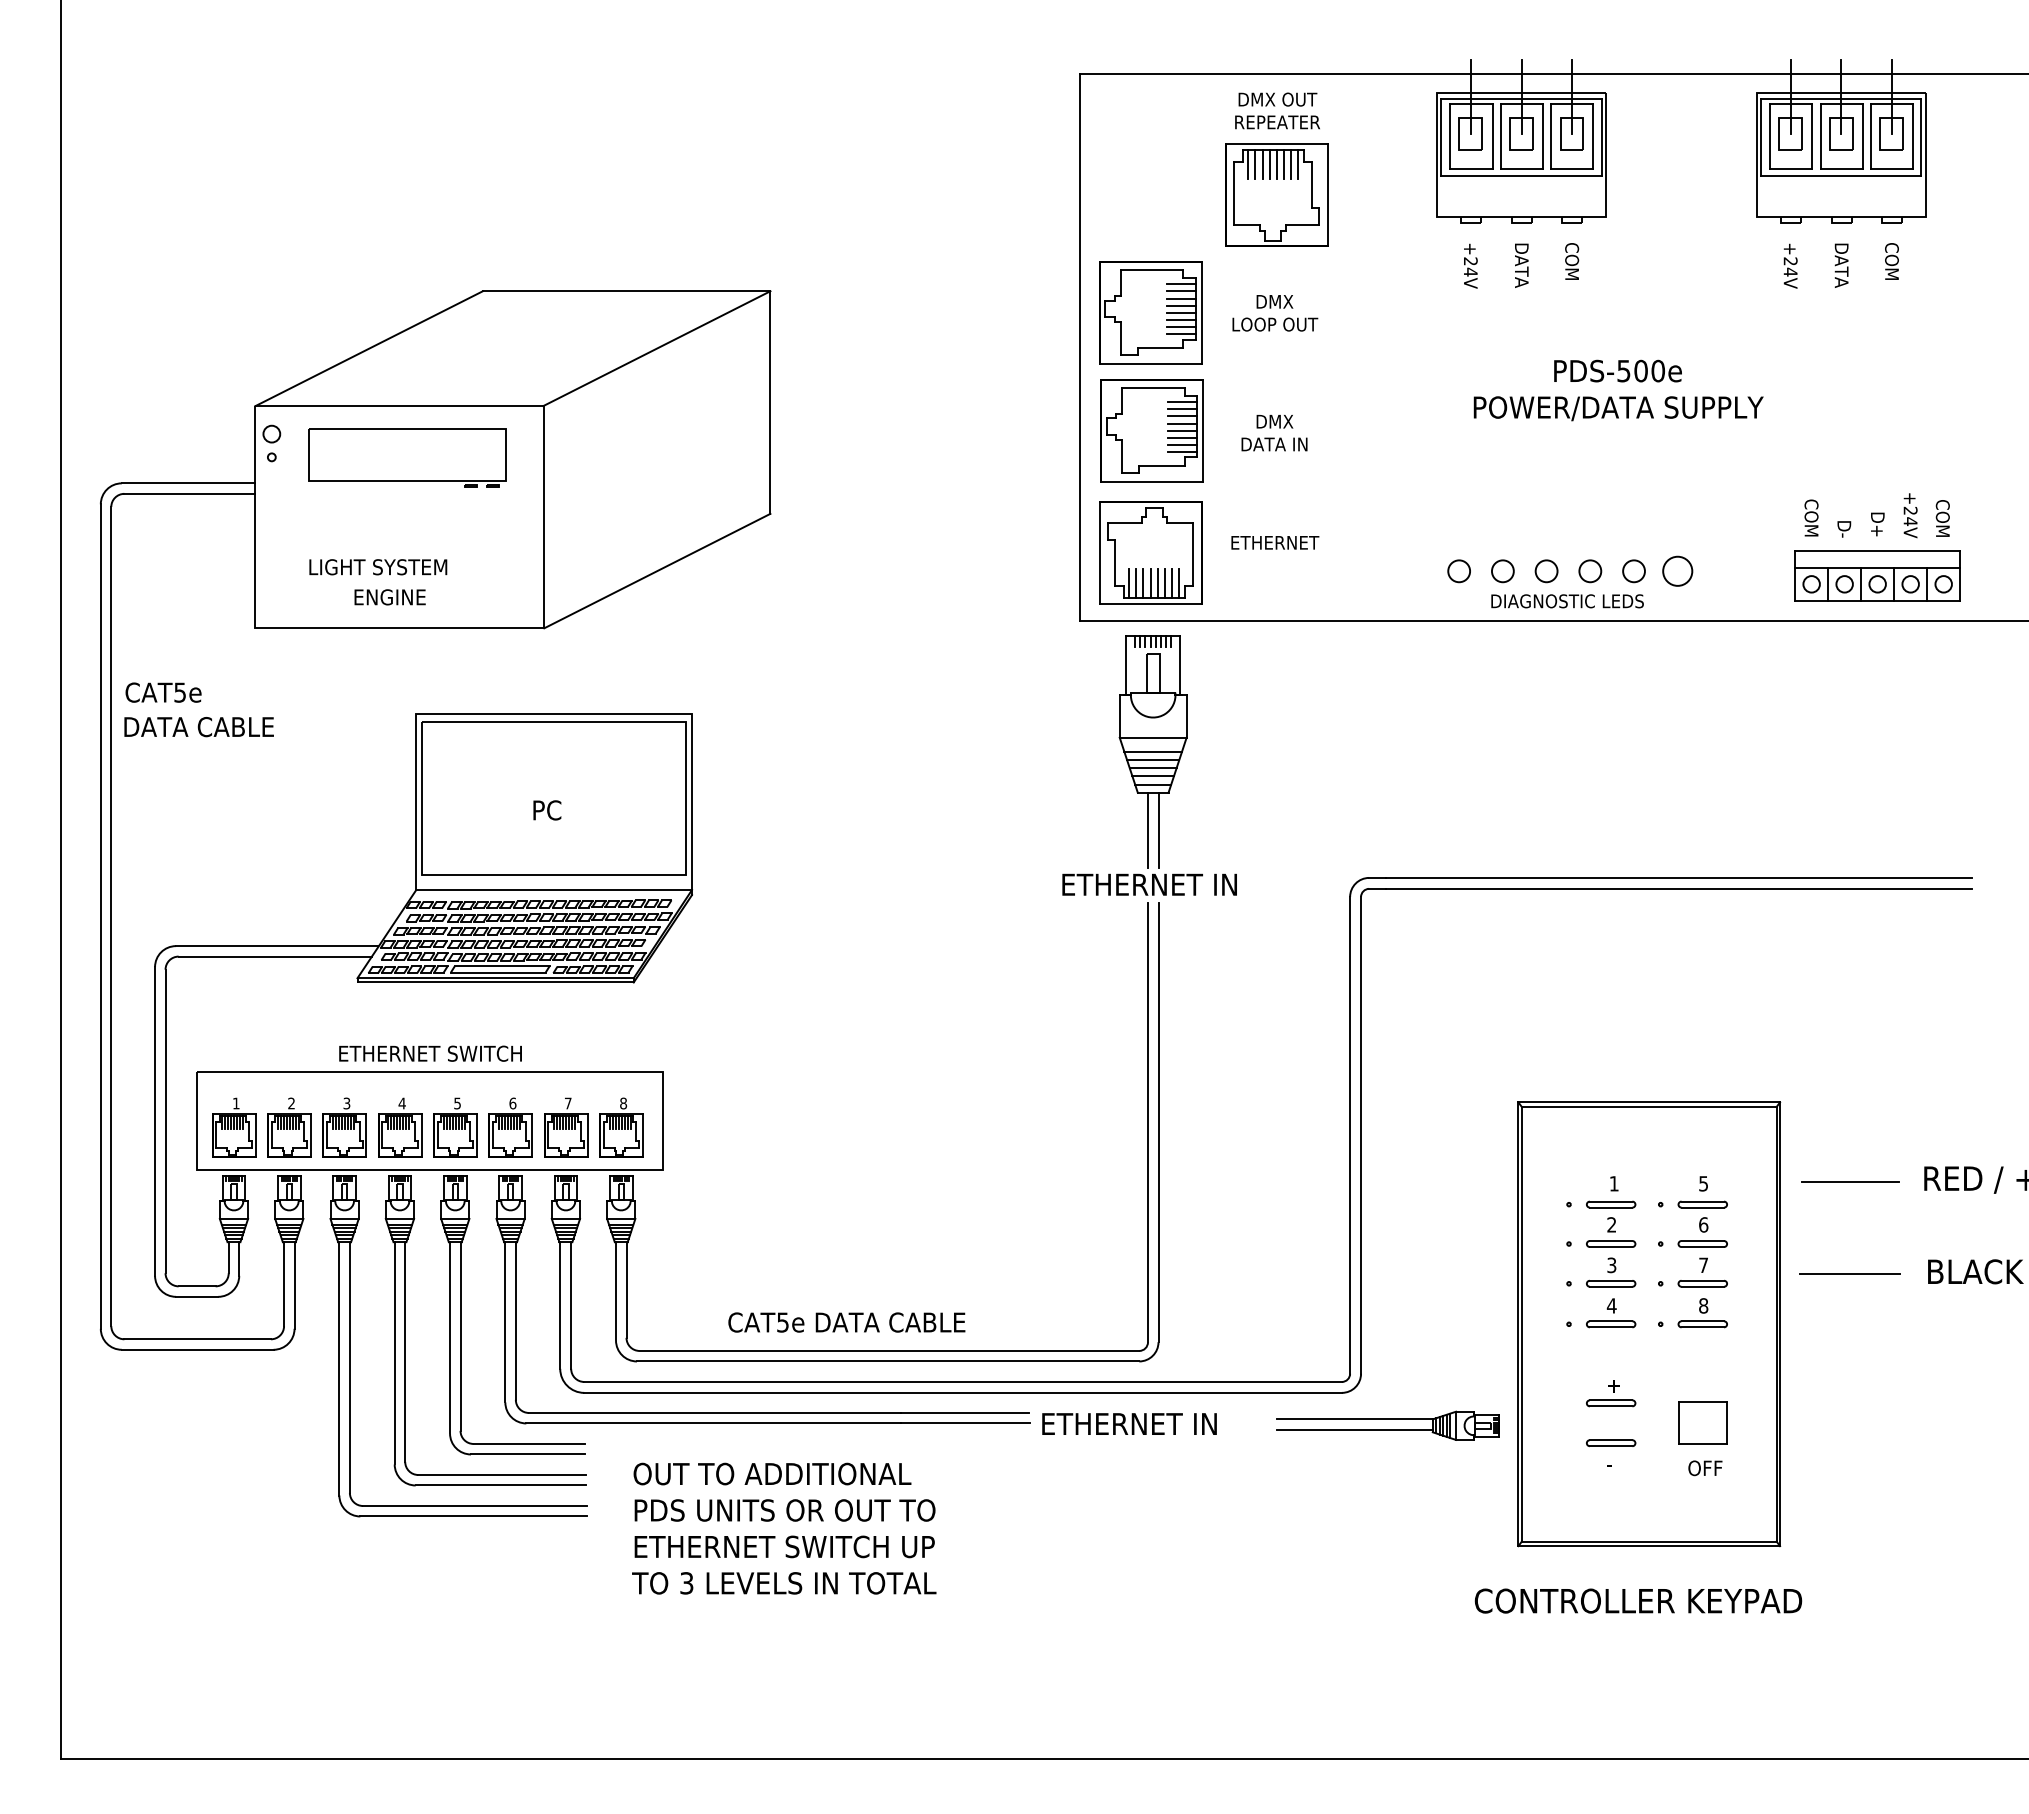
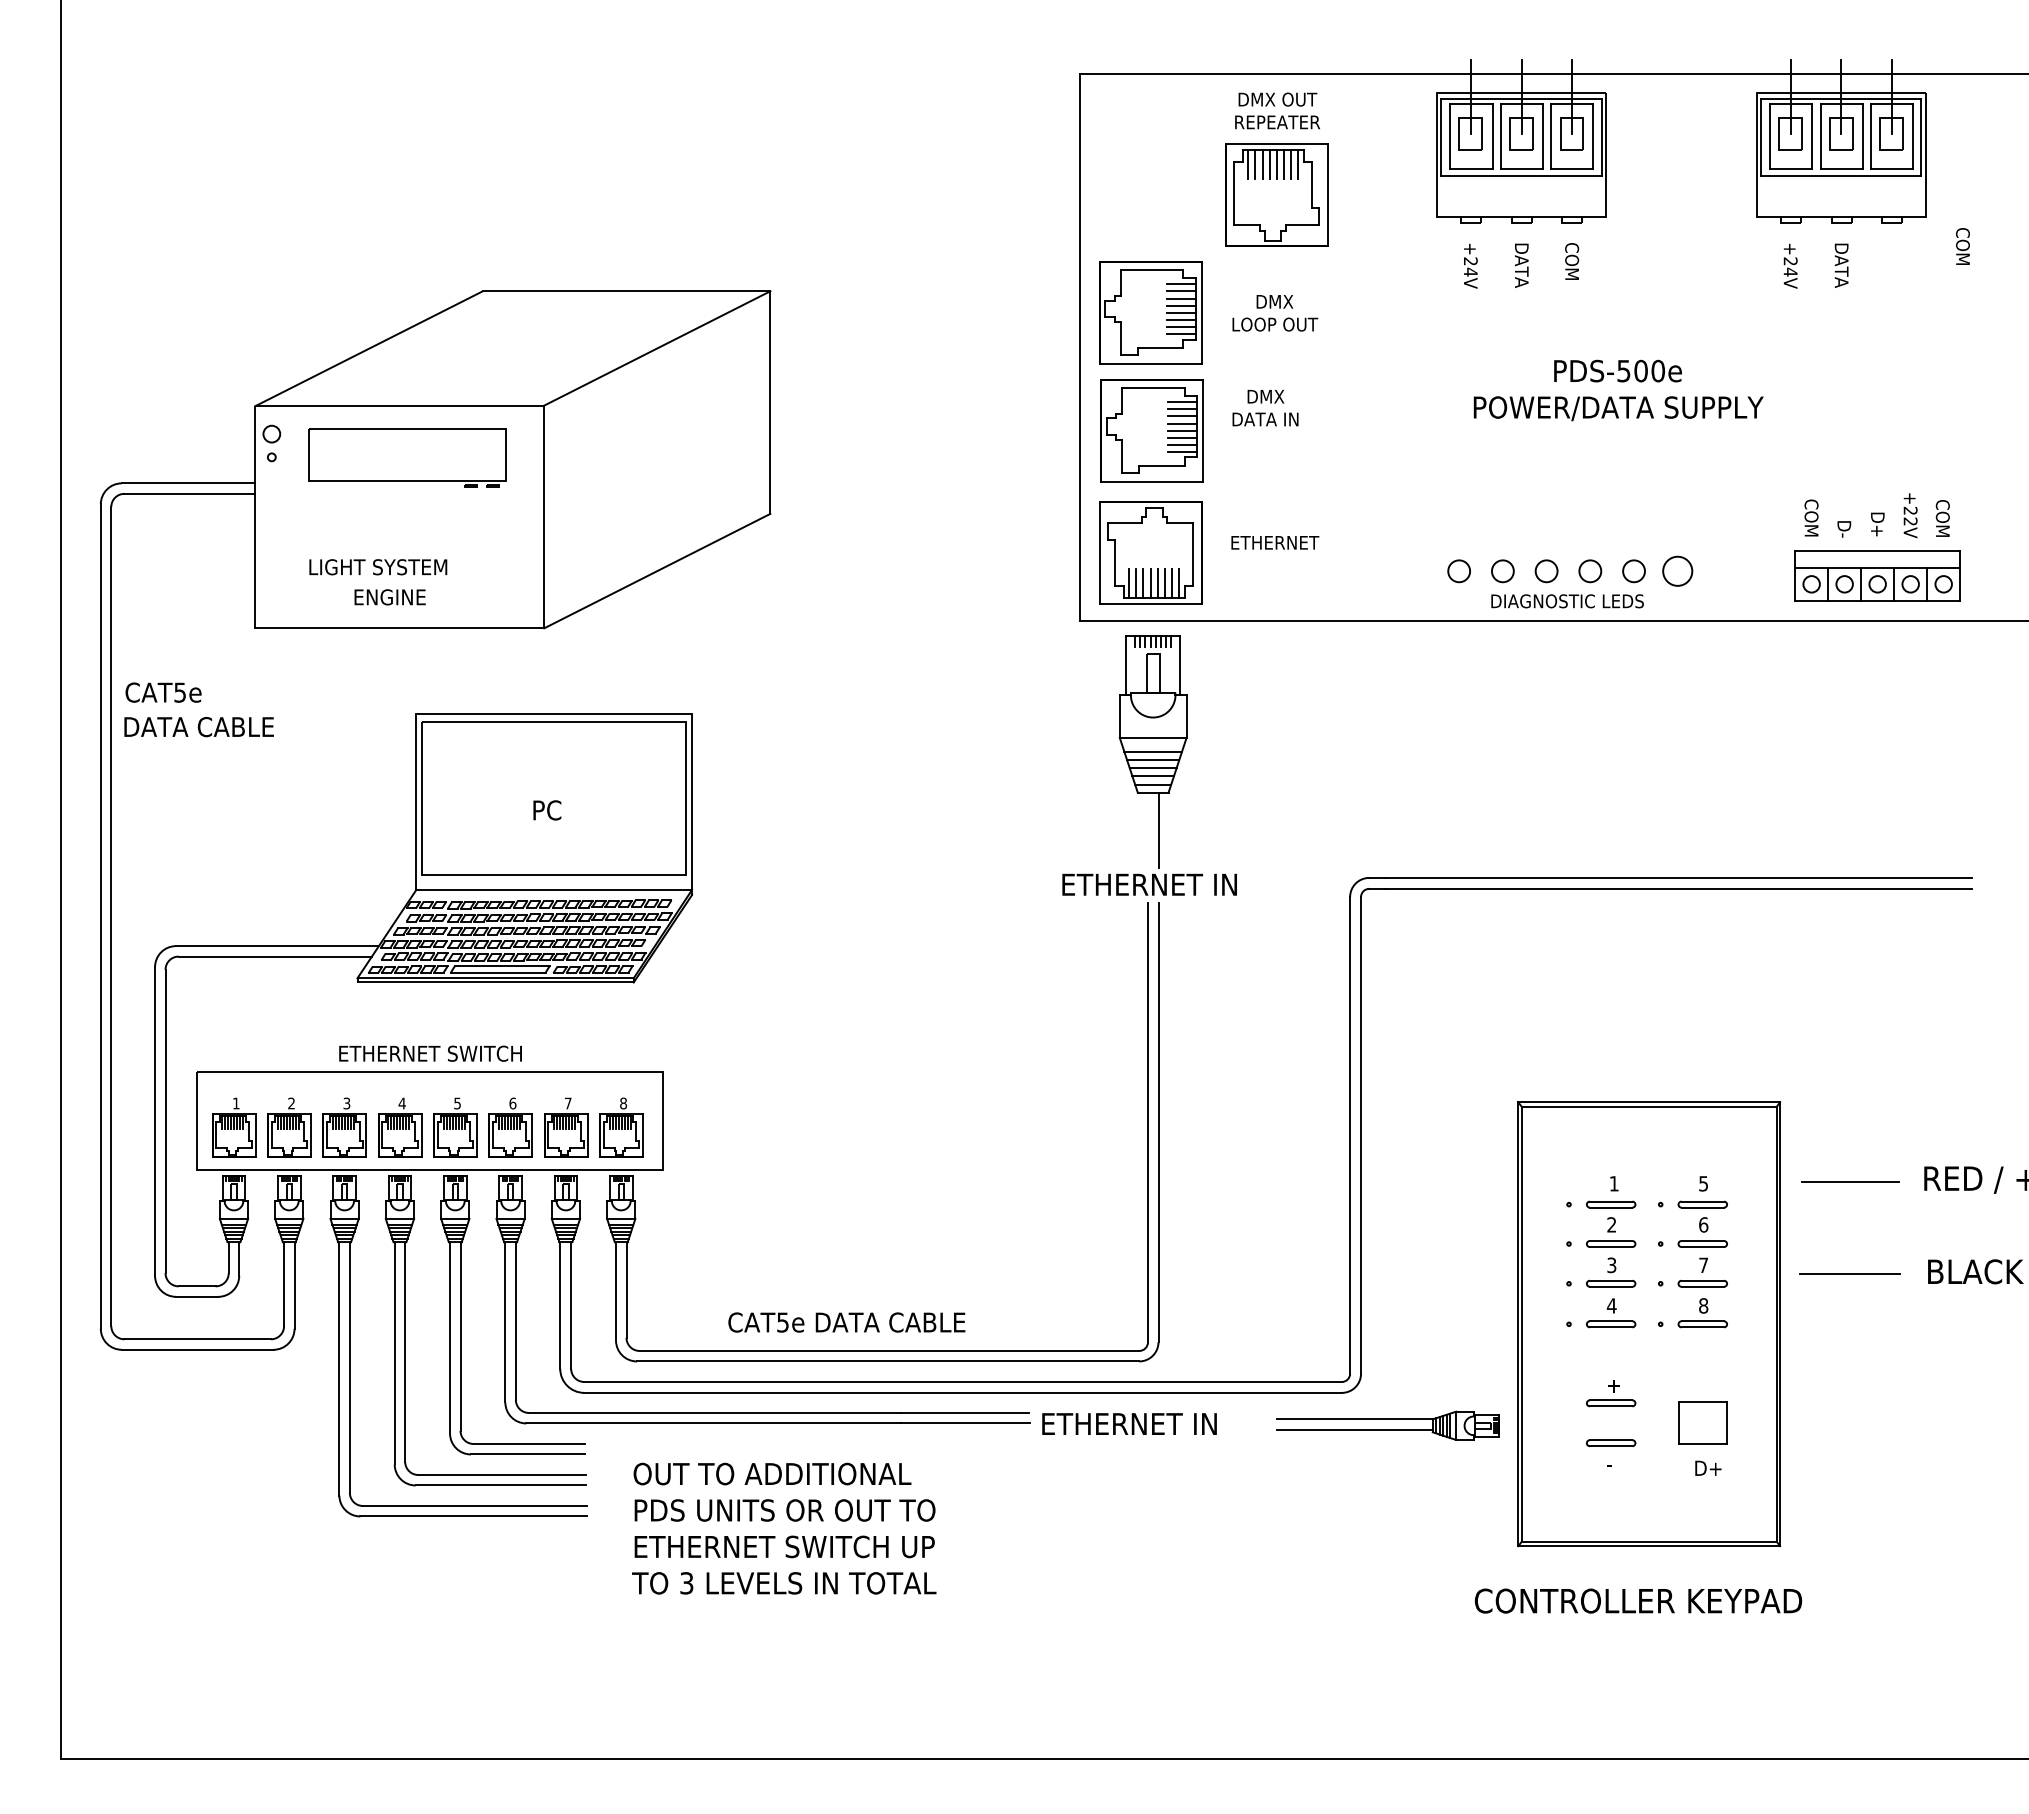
text at (1891, 261) position: (1891, 261) -> (1962, 246)
text at (1274, 433) position: (1274, 433) -> (1265, 408)
text at (1910, 521): +24V -> +22V
line at (1148, 830): present -> none
text at (1705, 1468): OFF -> D+
